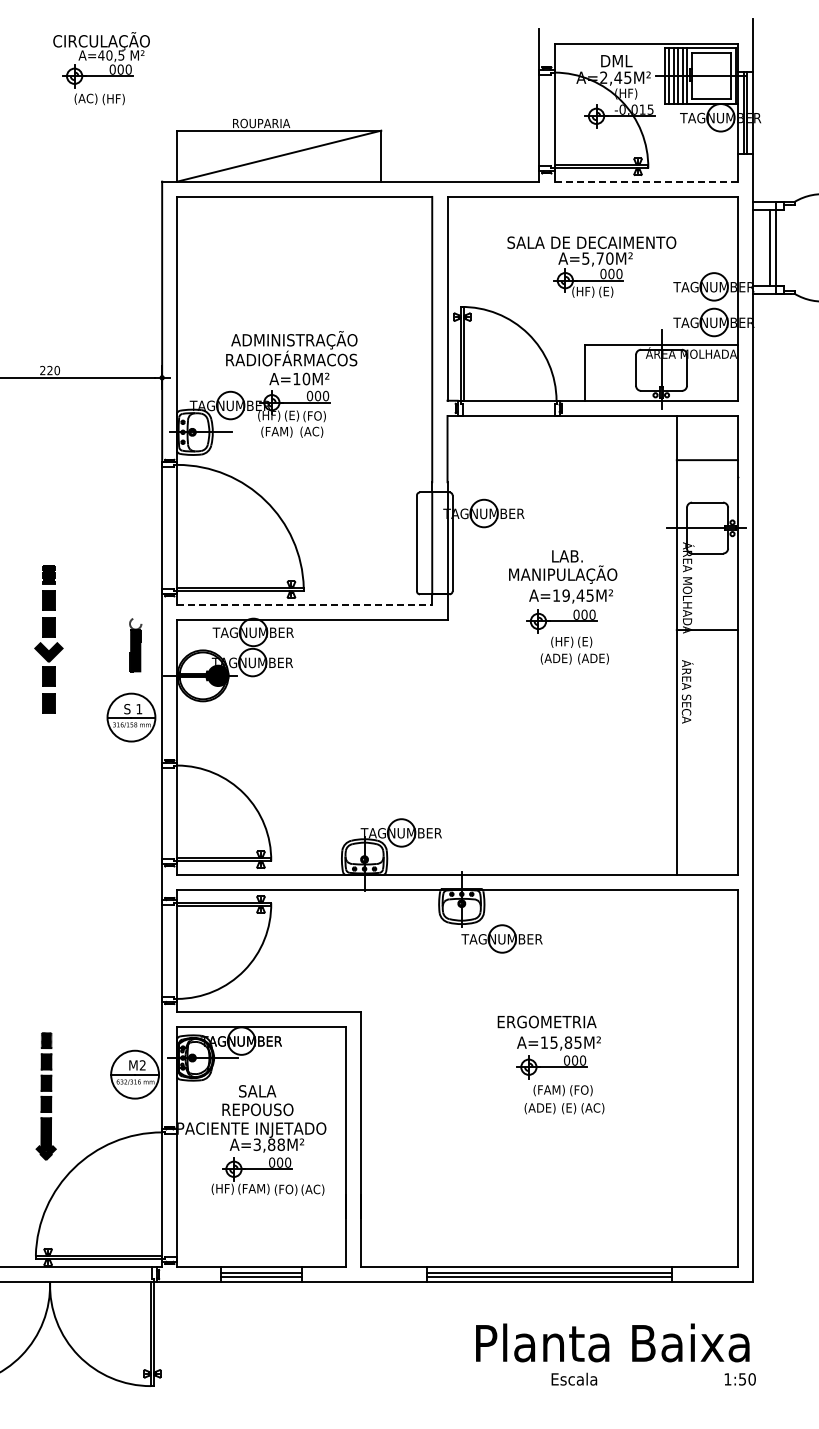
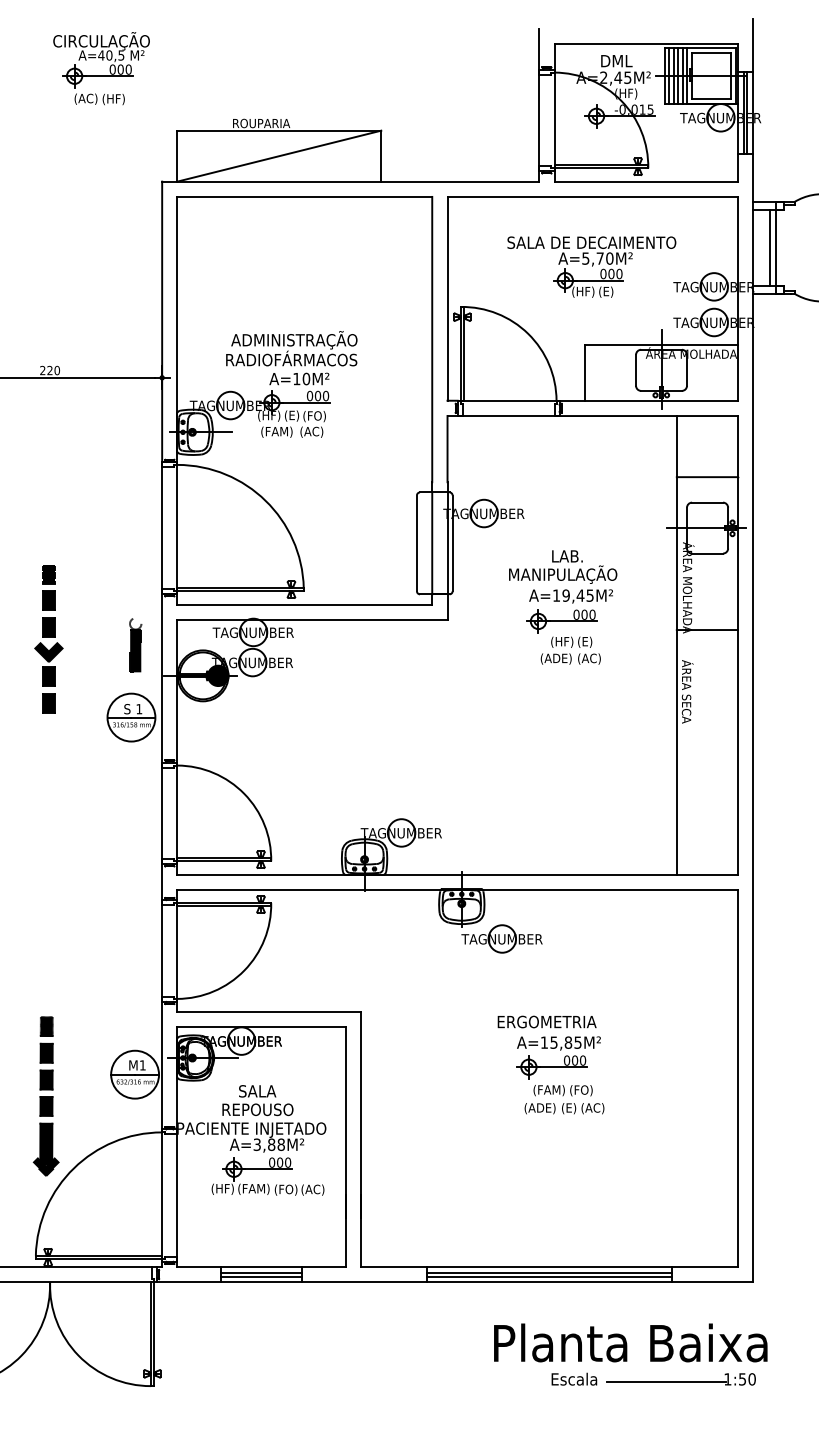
line at (646, 181): dashed -> solid
line at (706, 460) position: (706, 460) -> (706, 477)
line at (305, 604): dashed -> solid
text at (599, 658): (ADE) -> (AC)
text at (142, 1065): M2 -> M1
part at (45, 1096) size: 22x129 px -> 28x161 px
text at (612, 1342) position: (612, 1342) -> (630, 1342)
line at (666, 1381): none -> present
